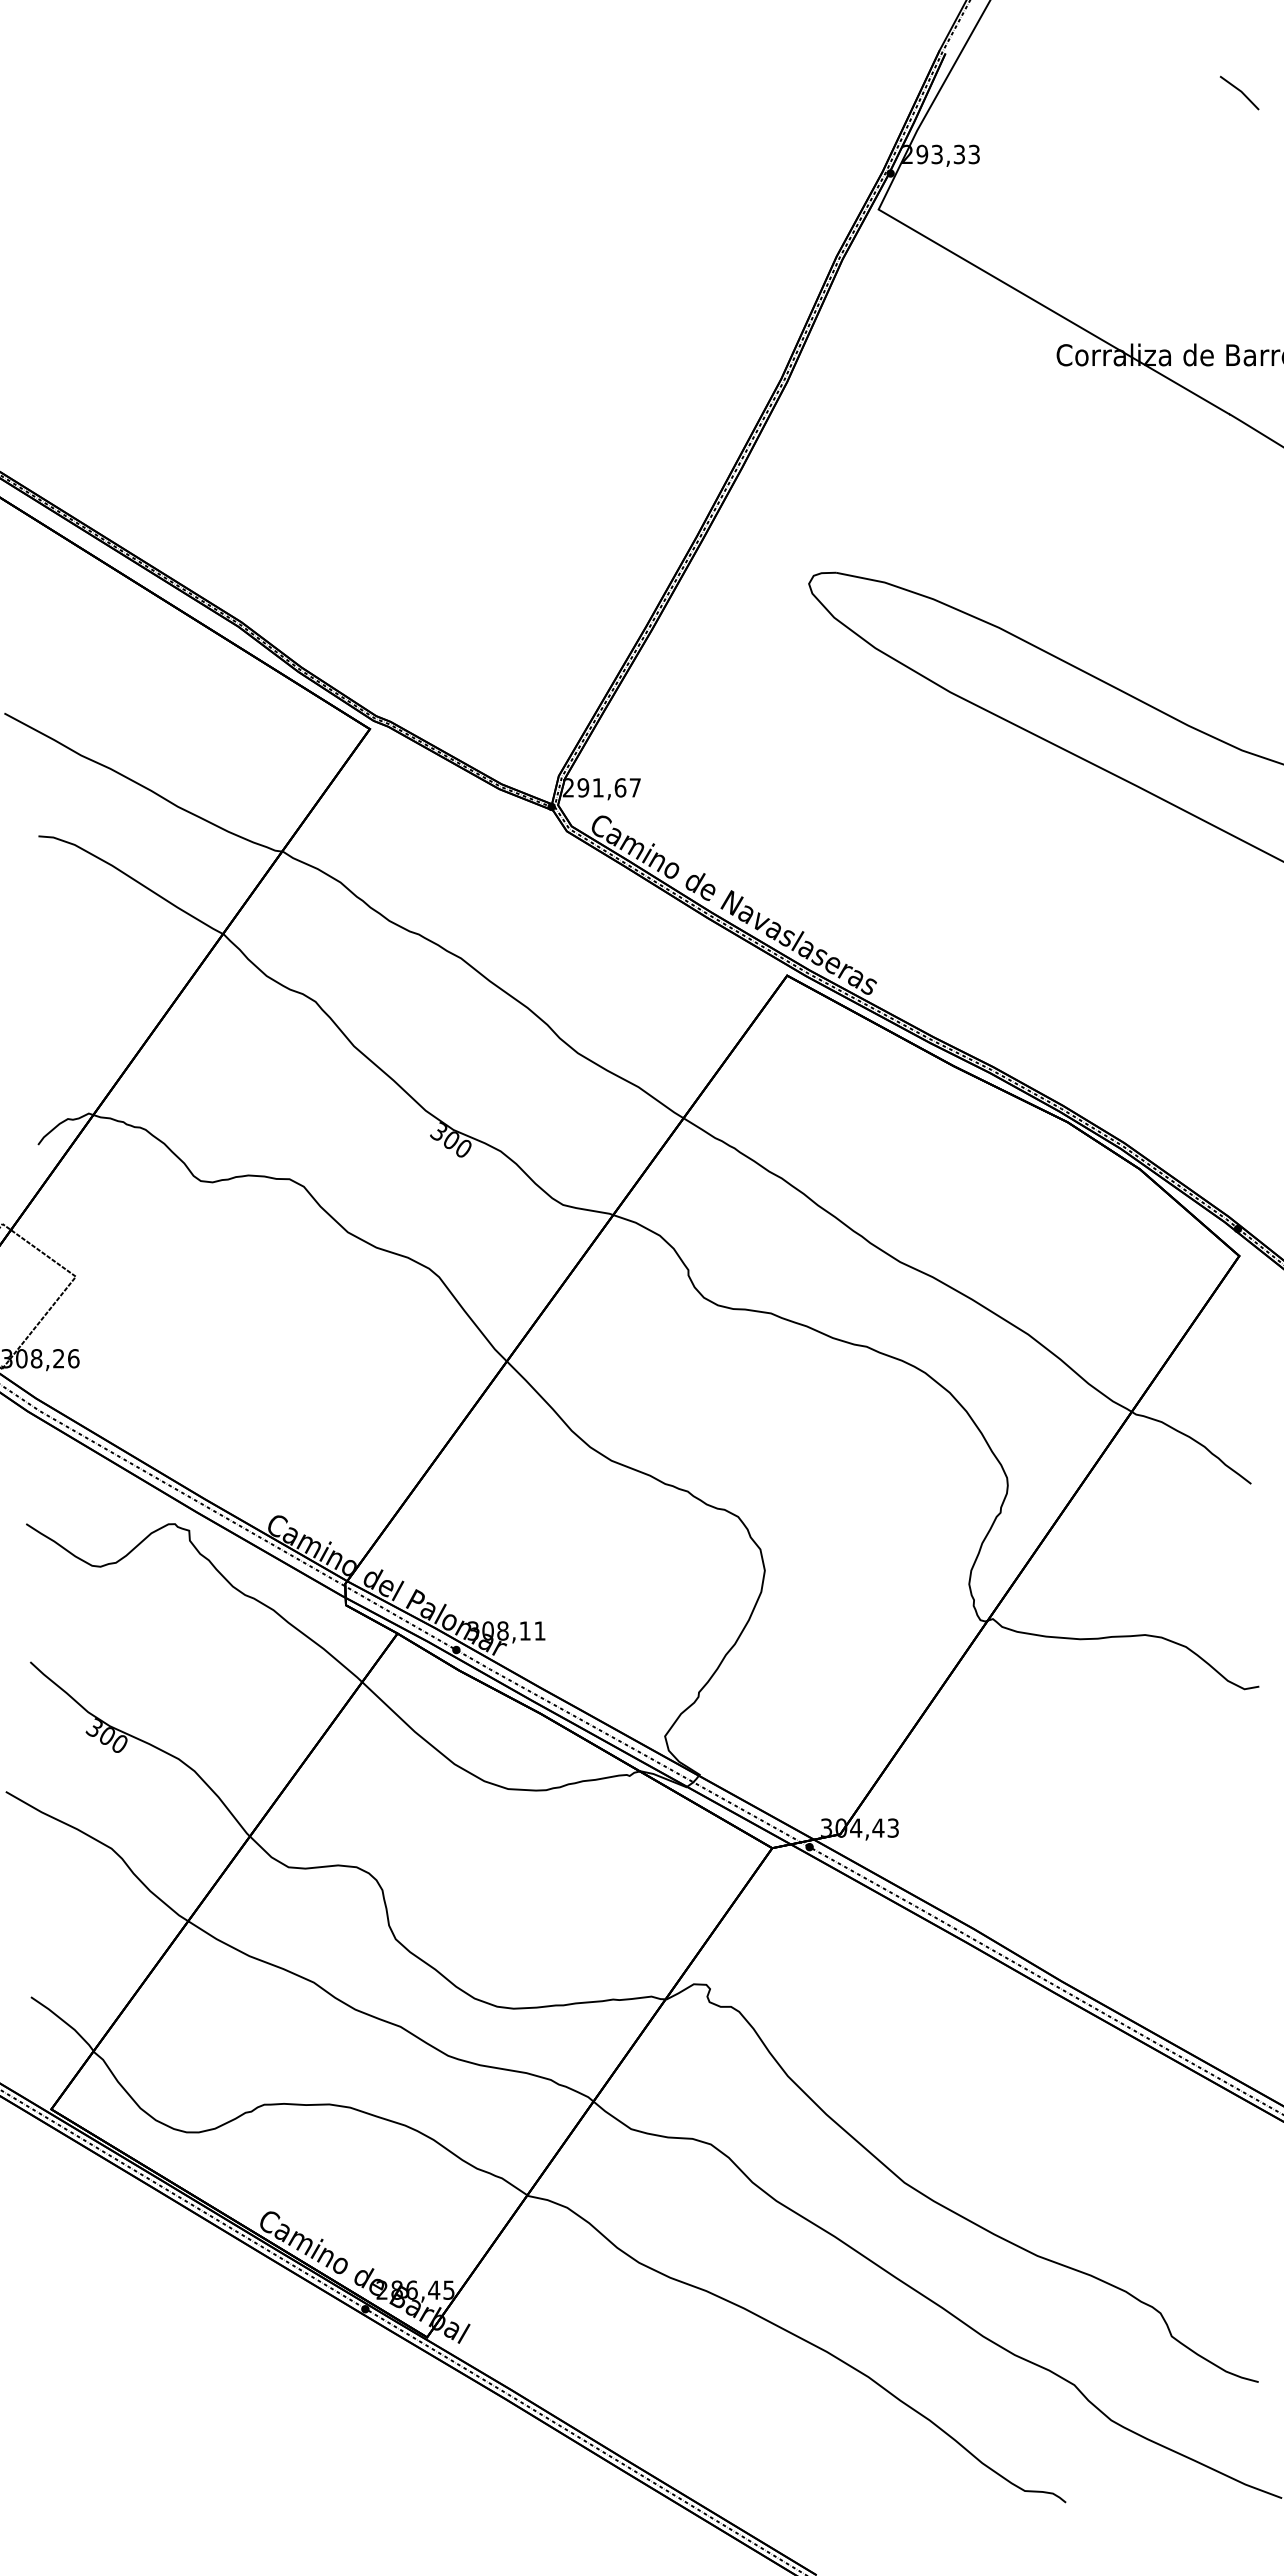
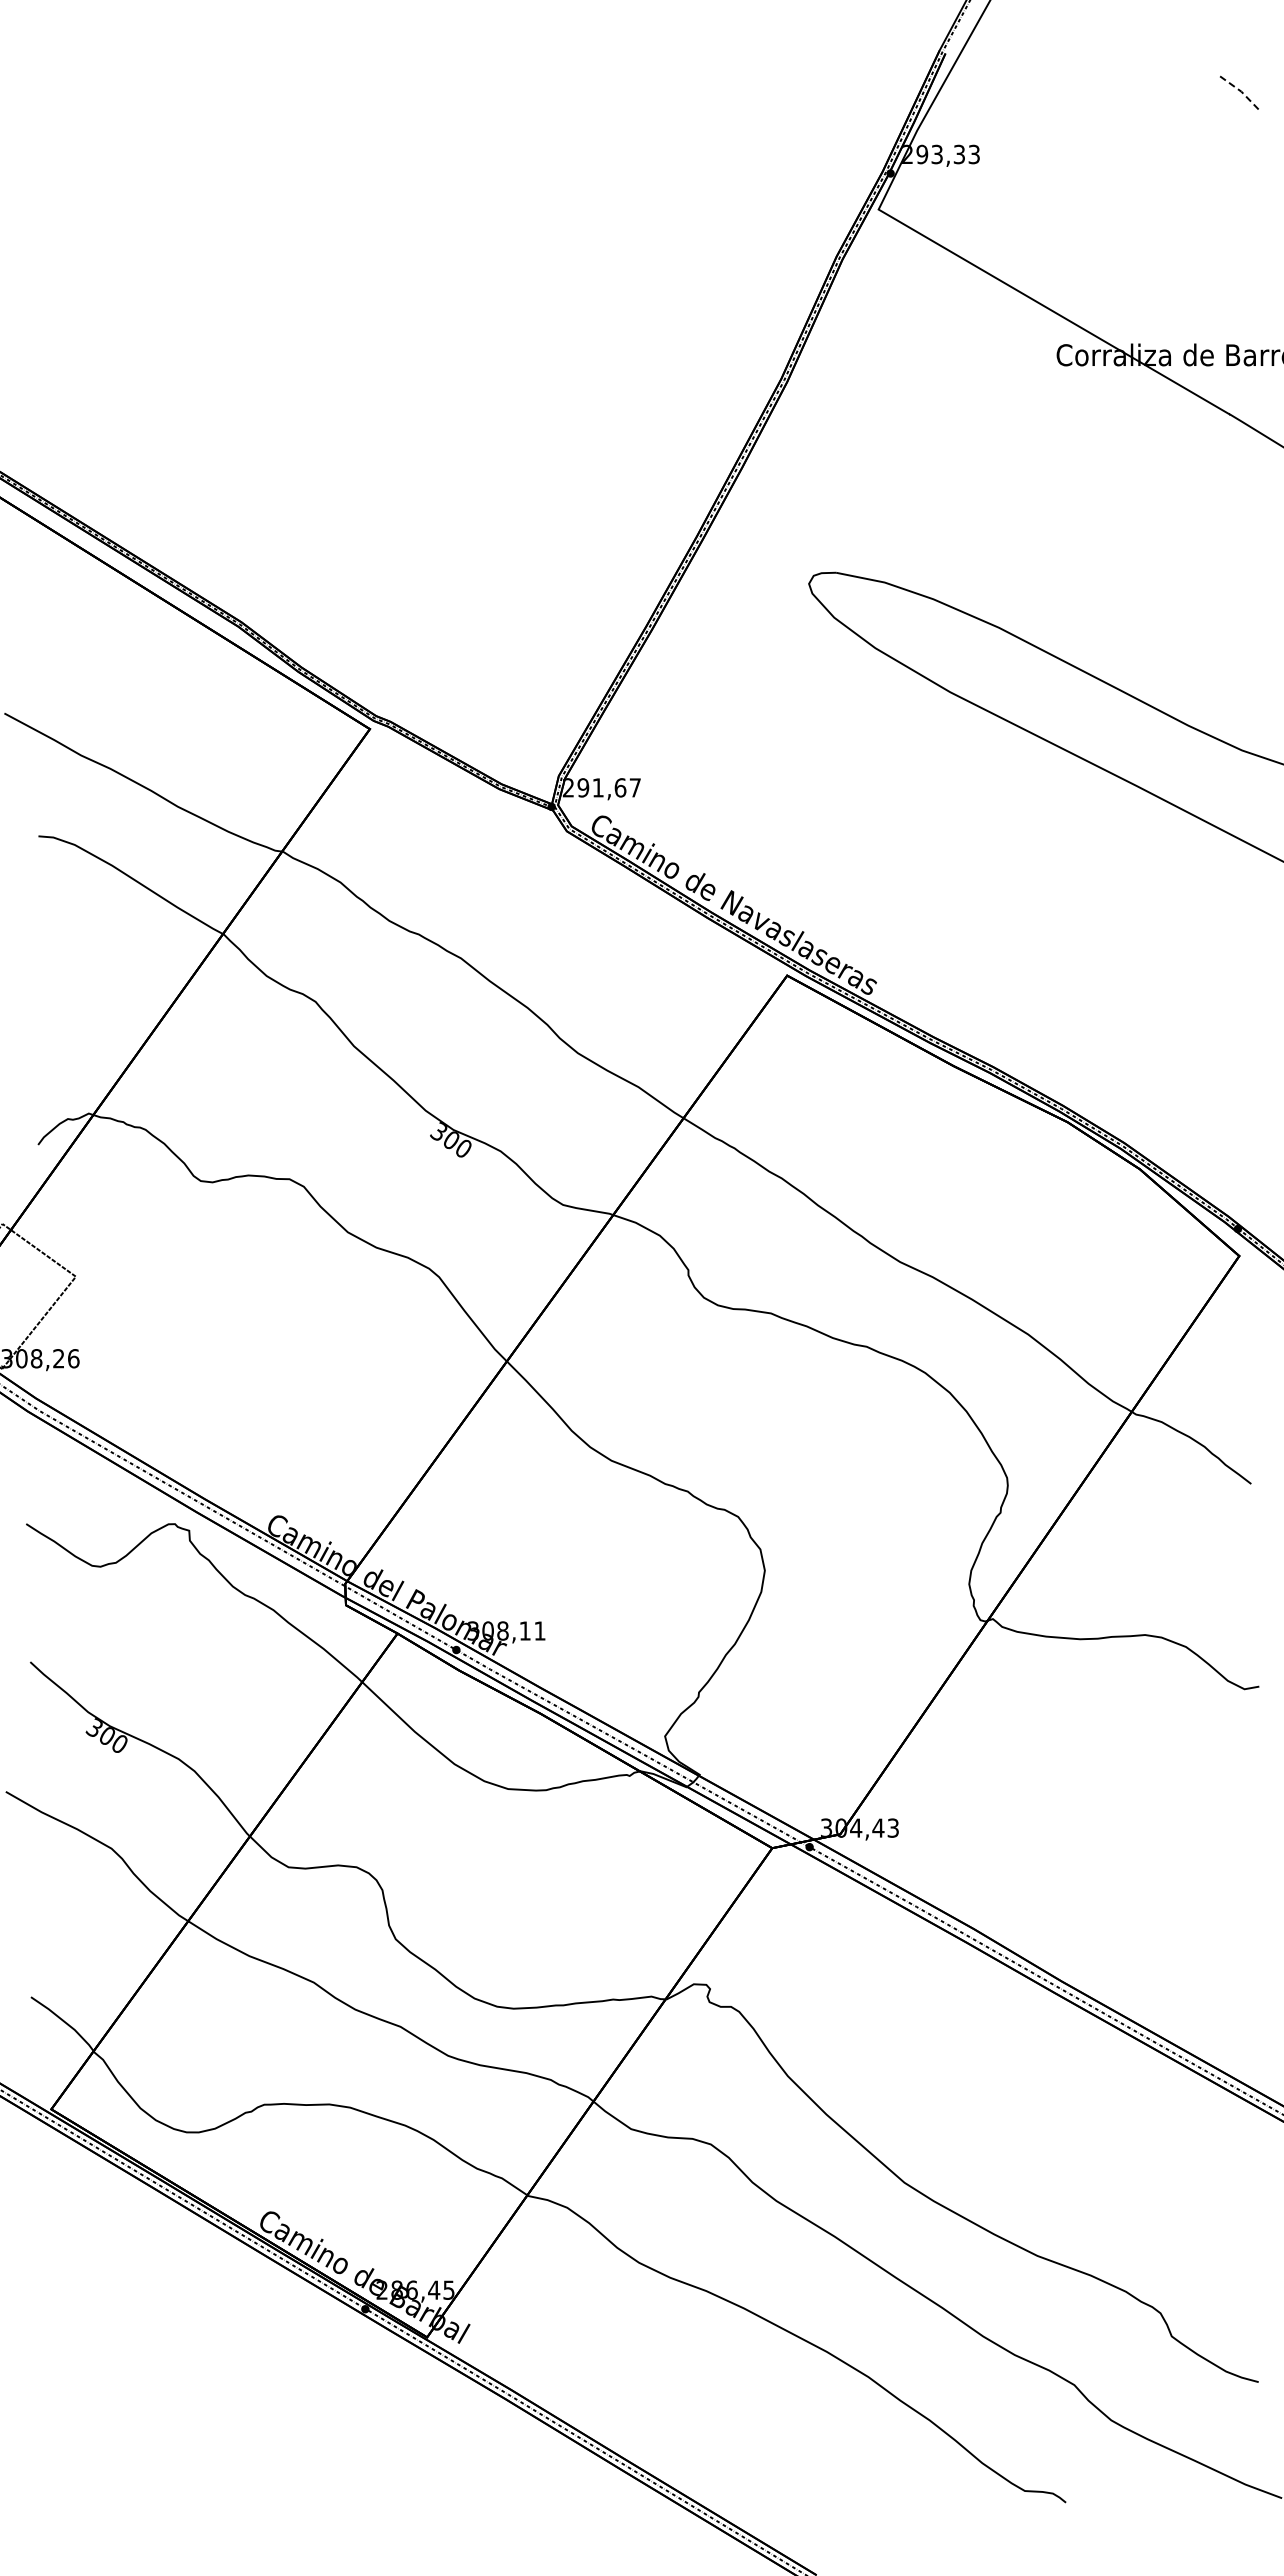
line at (1241, 91): solid -> dashed
